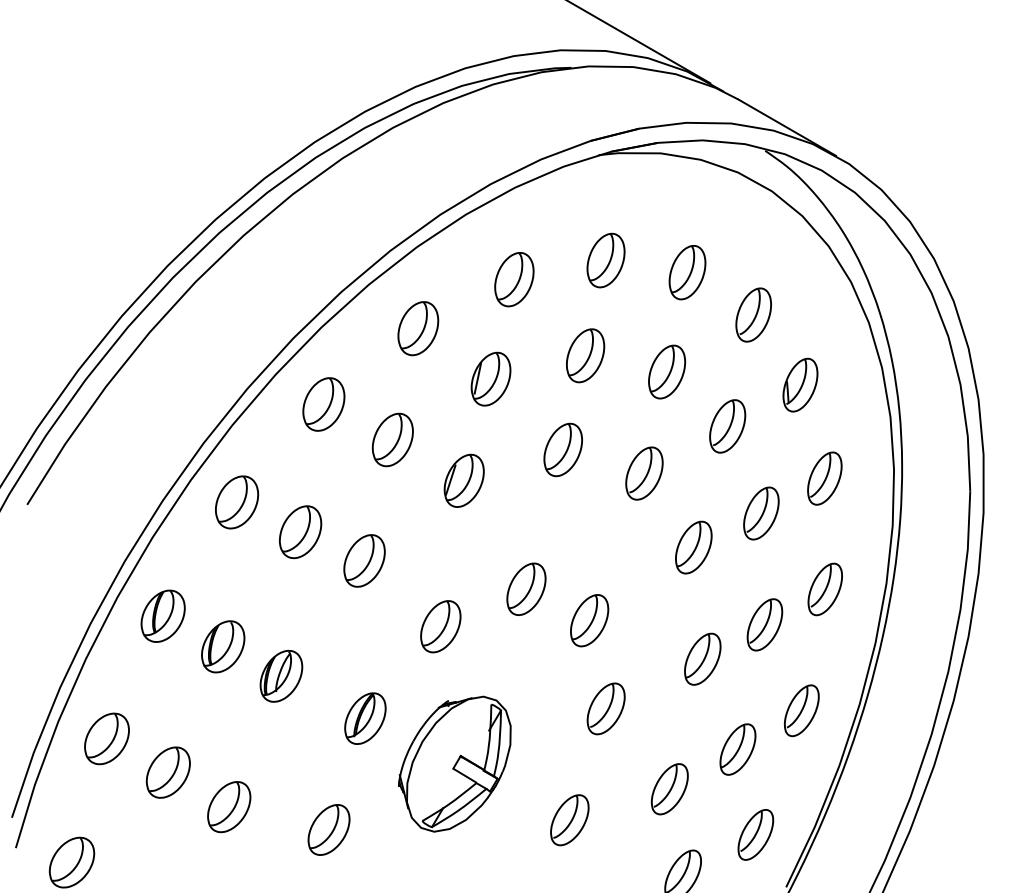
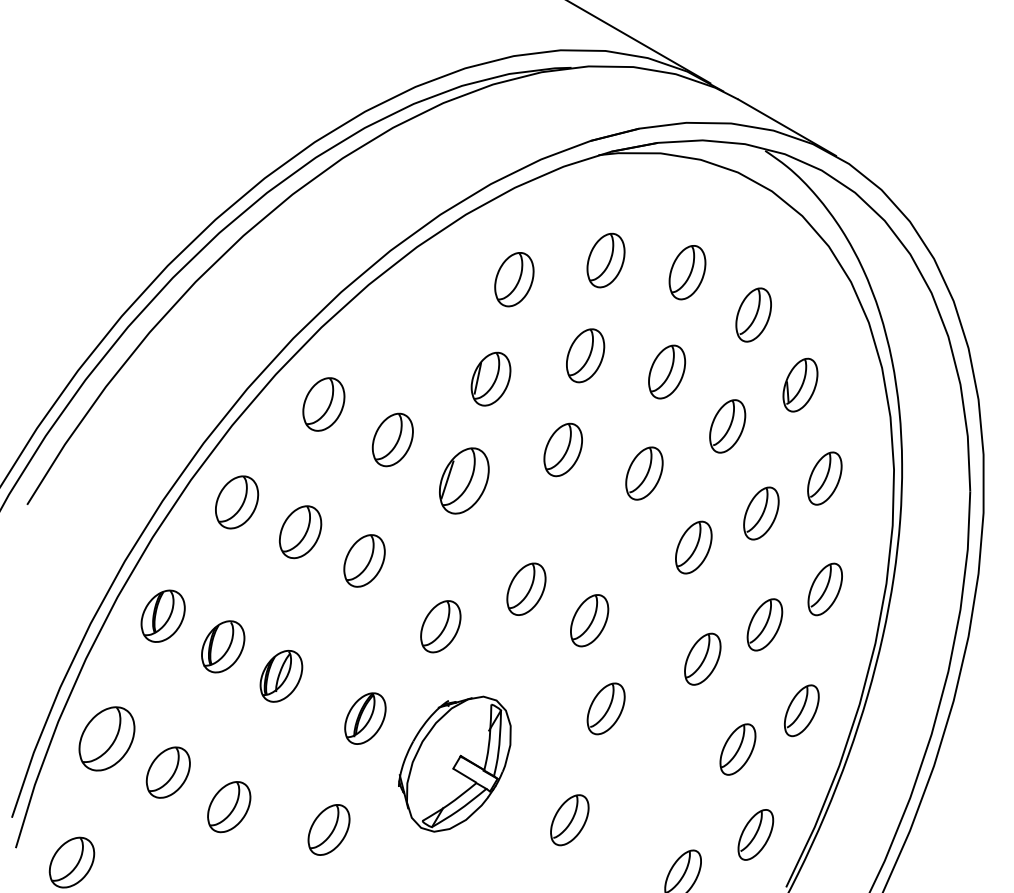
part at (418, 328): present -> none
part at (463, 480) size: 42x55 px -> 51x68 px
part at (106, 738) size: 46x54 px -> 58x66 px
part at (669, 789): present -> none
